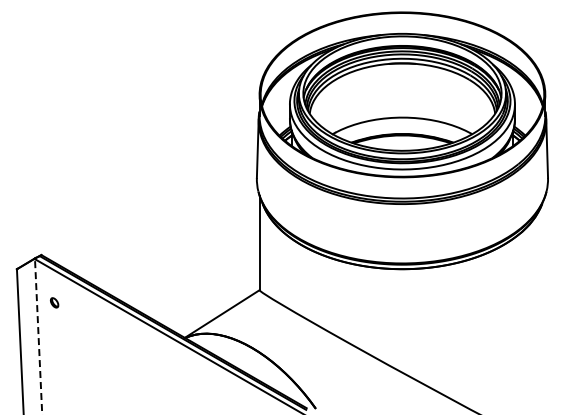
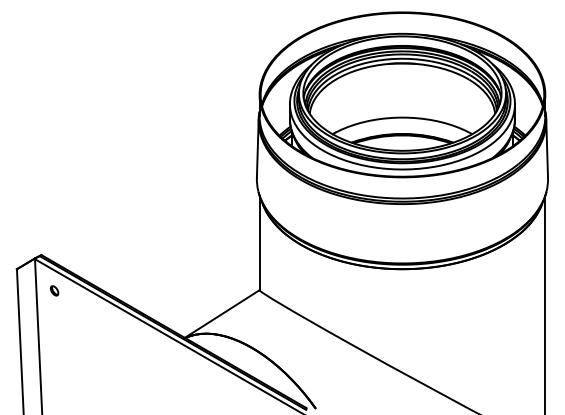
part at (54, 302) position: (54, 302) -> (54, 290)
line at (545, 303): none -> present
line at (38, 337): dashed -> solid
